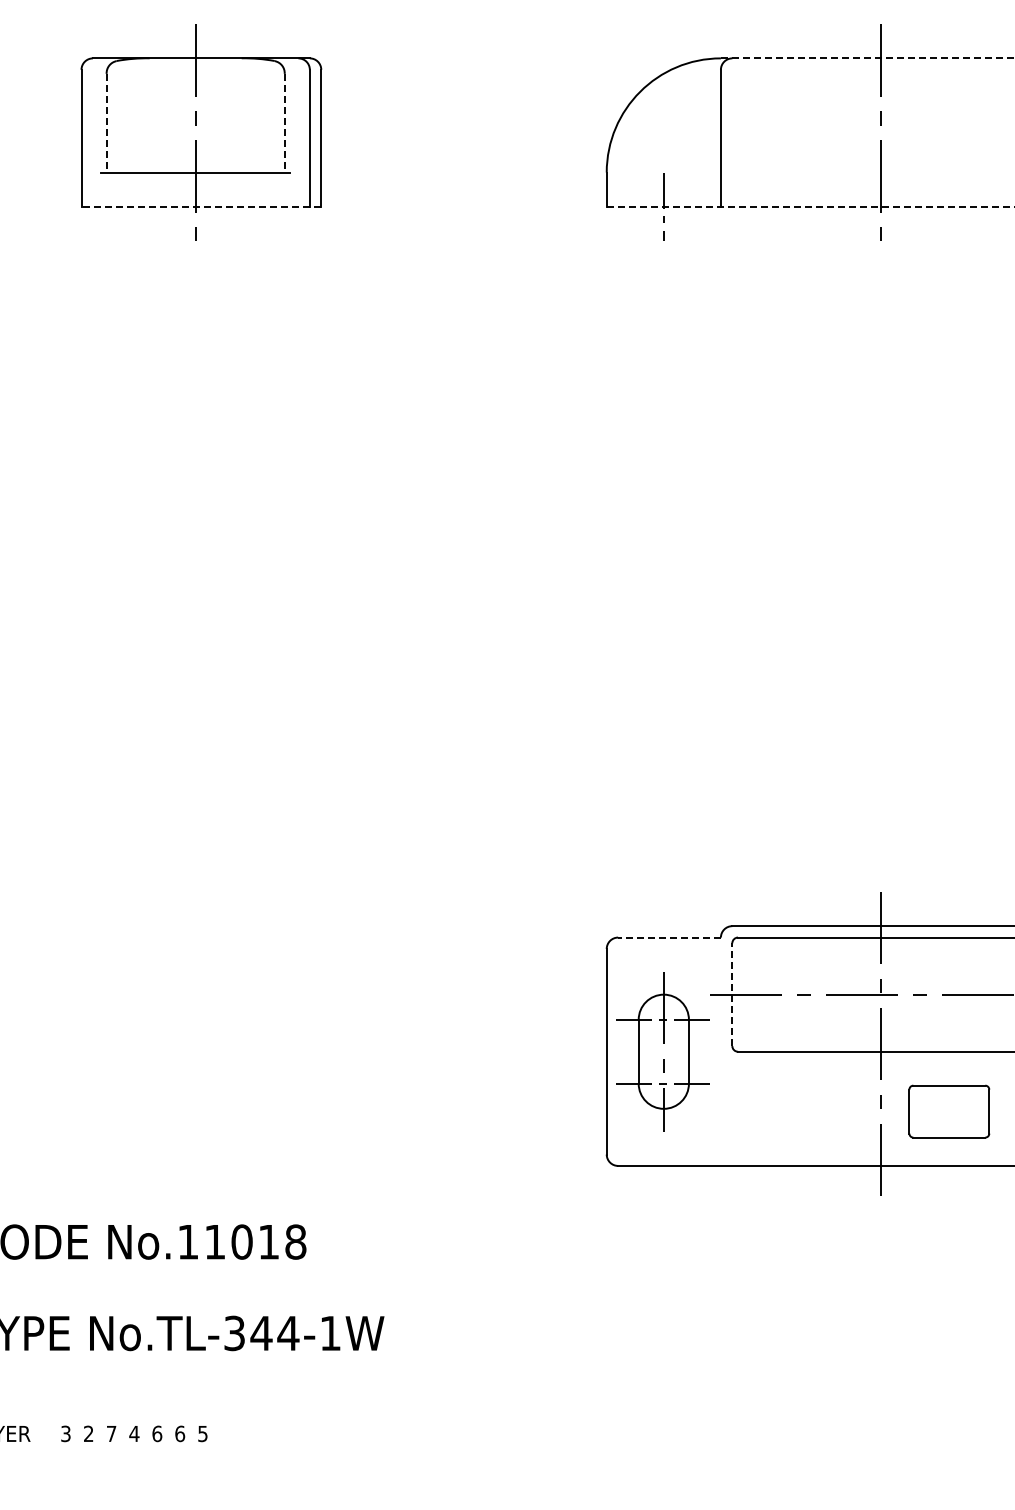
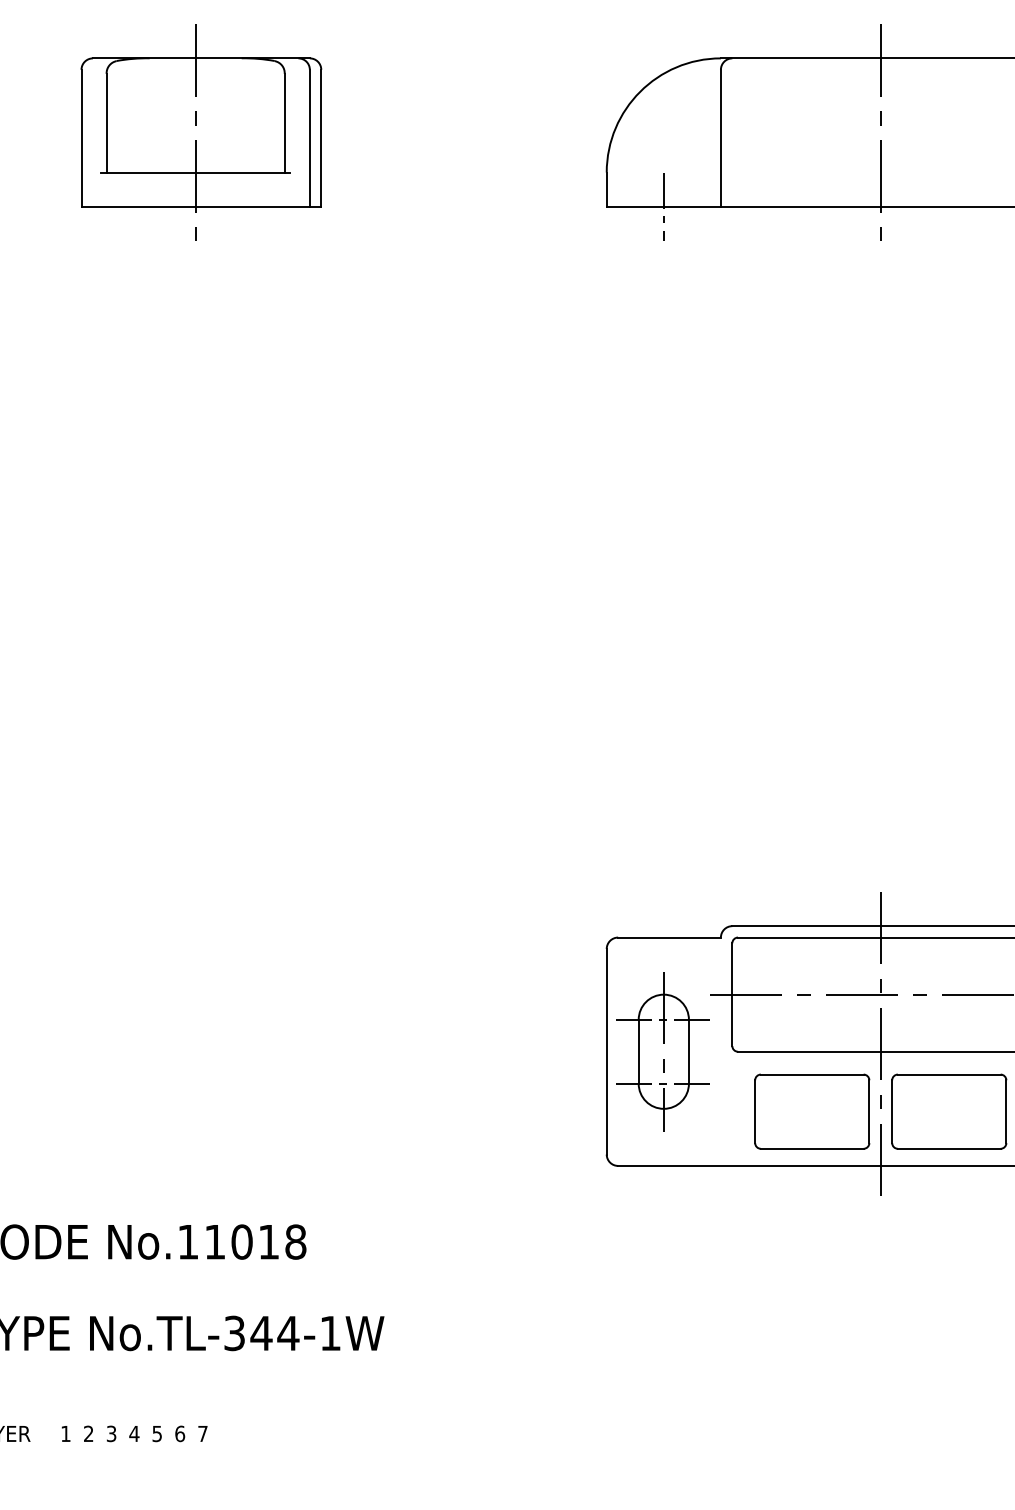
line at (867, 58): dashed -> solid
line at (106, 123): dashed -> solid
line at (284, 123): dashed -> solid
line at (201, 206): dashed -> solid
line at (810, 206): dashed -> solid
line at (669, 937): dashed -> solid
line at (732, 994): dashed -> solid
part at (812, 1111): none -> present
part at (949, 1111) size: 83x55 px -> 117x77 px
text at (65, 1433): 3 -> 1
text at (111, 1433): 7 -> 3
text at (157, 1433): 6 -> 5
text at (202, 1434): 5 -> 7
